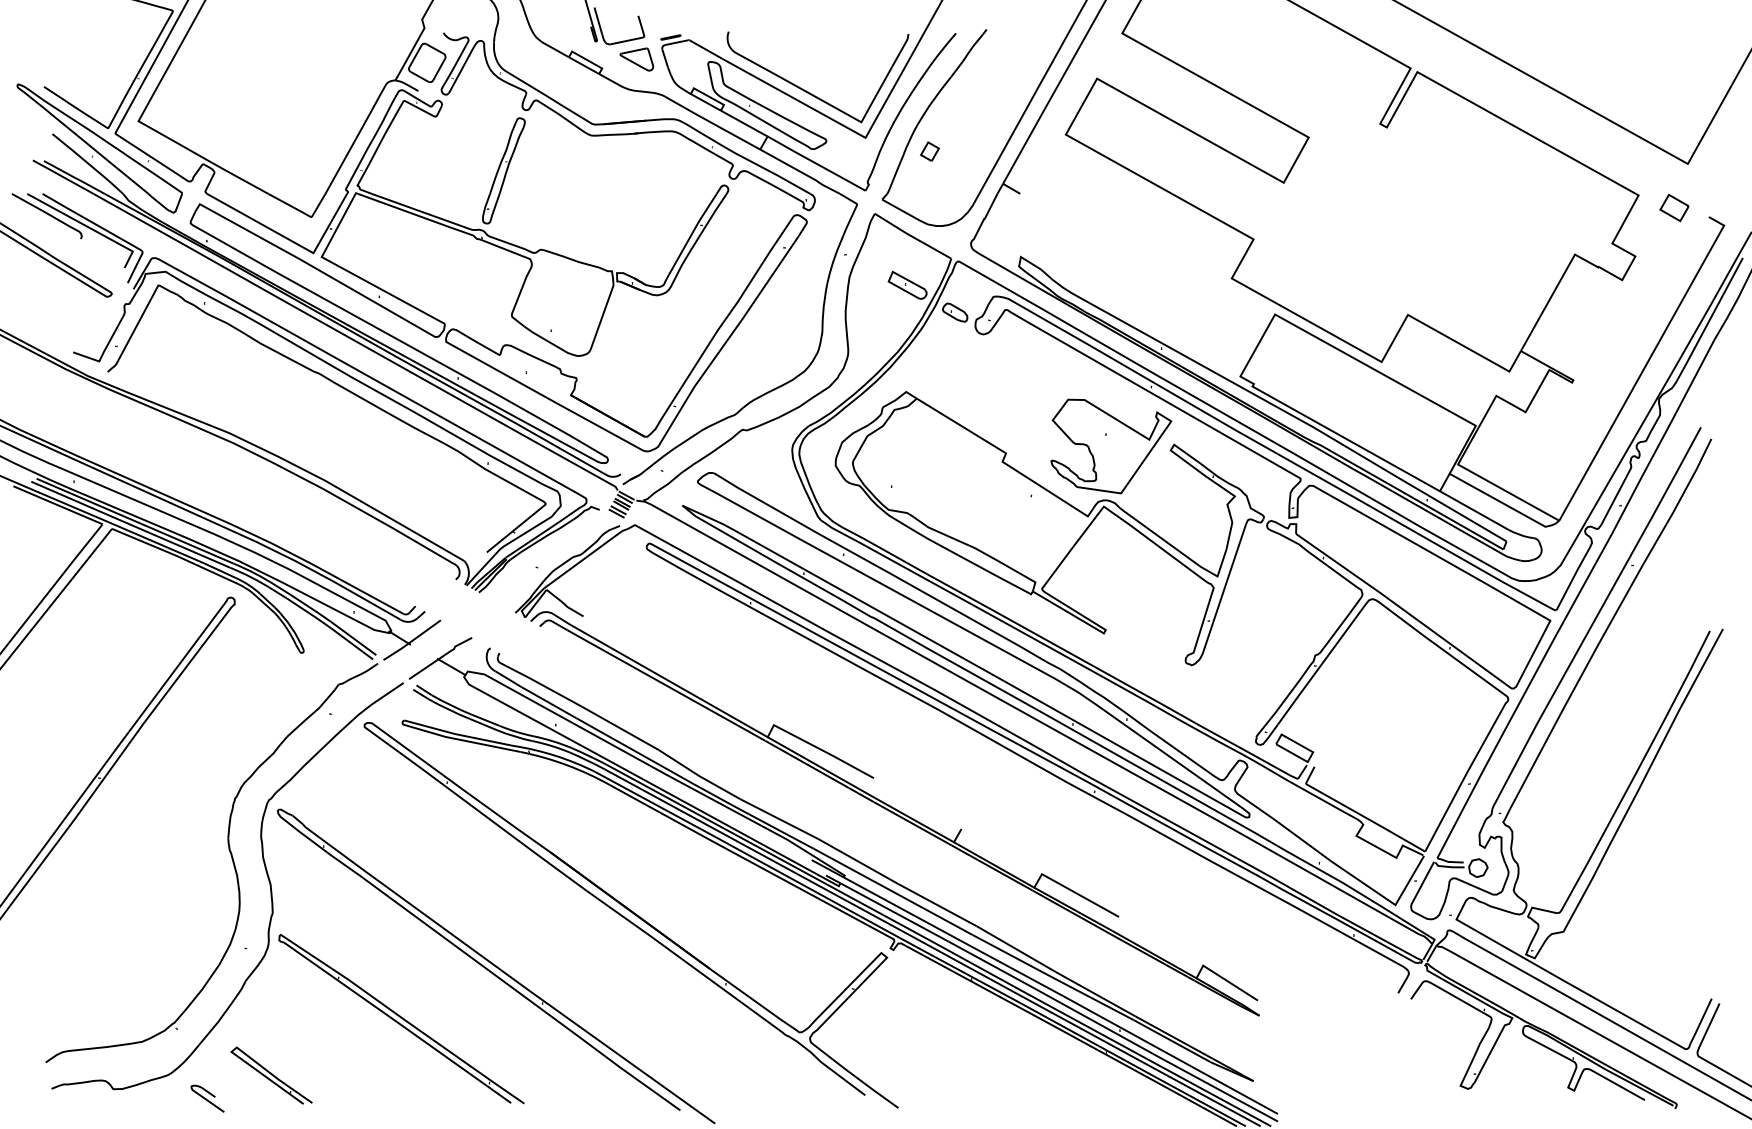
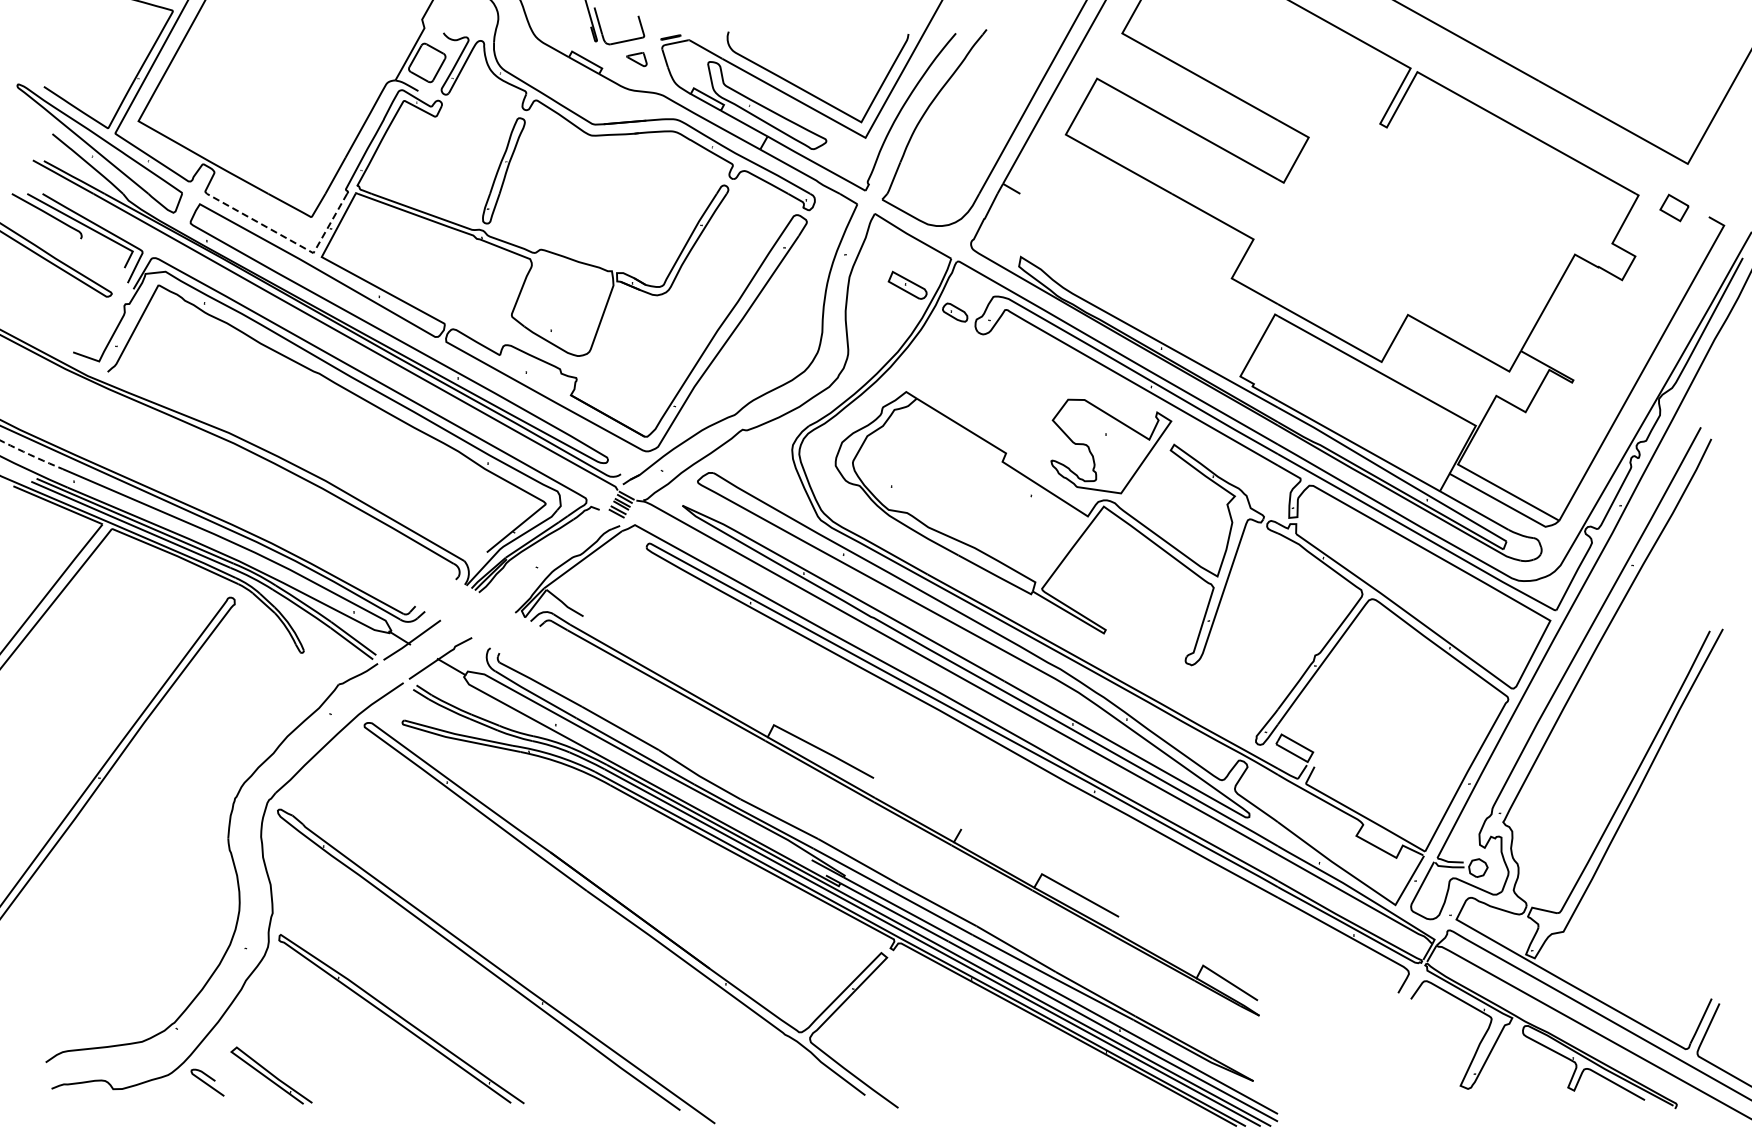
part at (636, 59) size: 36x25 px -> 22x16 px
part at (929, 151): present -> none
line at (290, 240): solid -> dashed
line at (32, 455): solid -> dashed
curve at (206, 1098) position: (206, 1098) -> (206, 1082)
